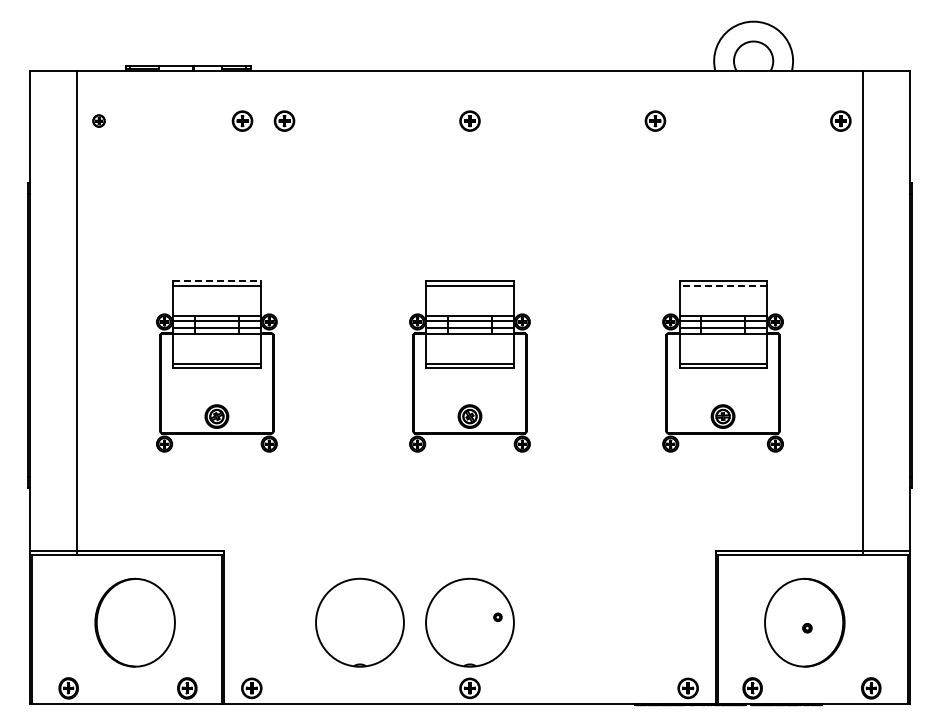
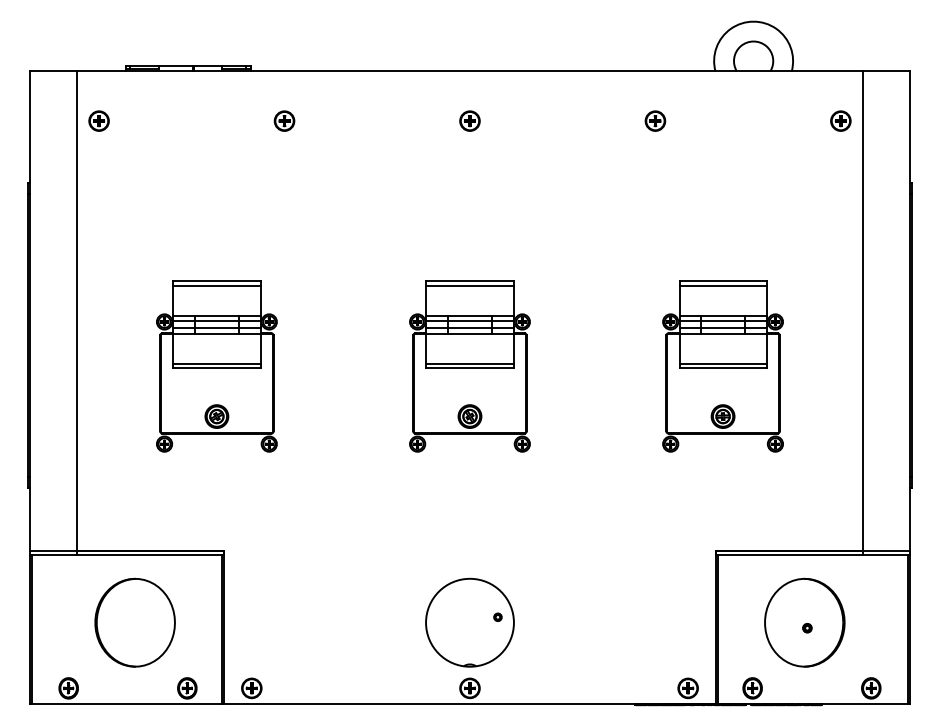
part at (98, 120) size: 14x14 px -> 22x22 px
part at (242, 120): present -> none
line at (217, 281): dashed -> solid
line at (723, 285): dashed -> solid
part at (359, 622): present -> none
